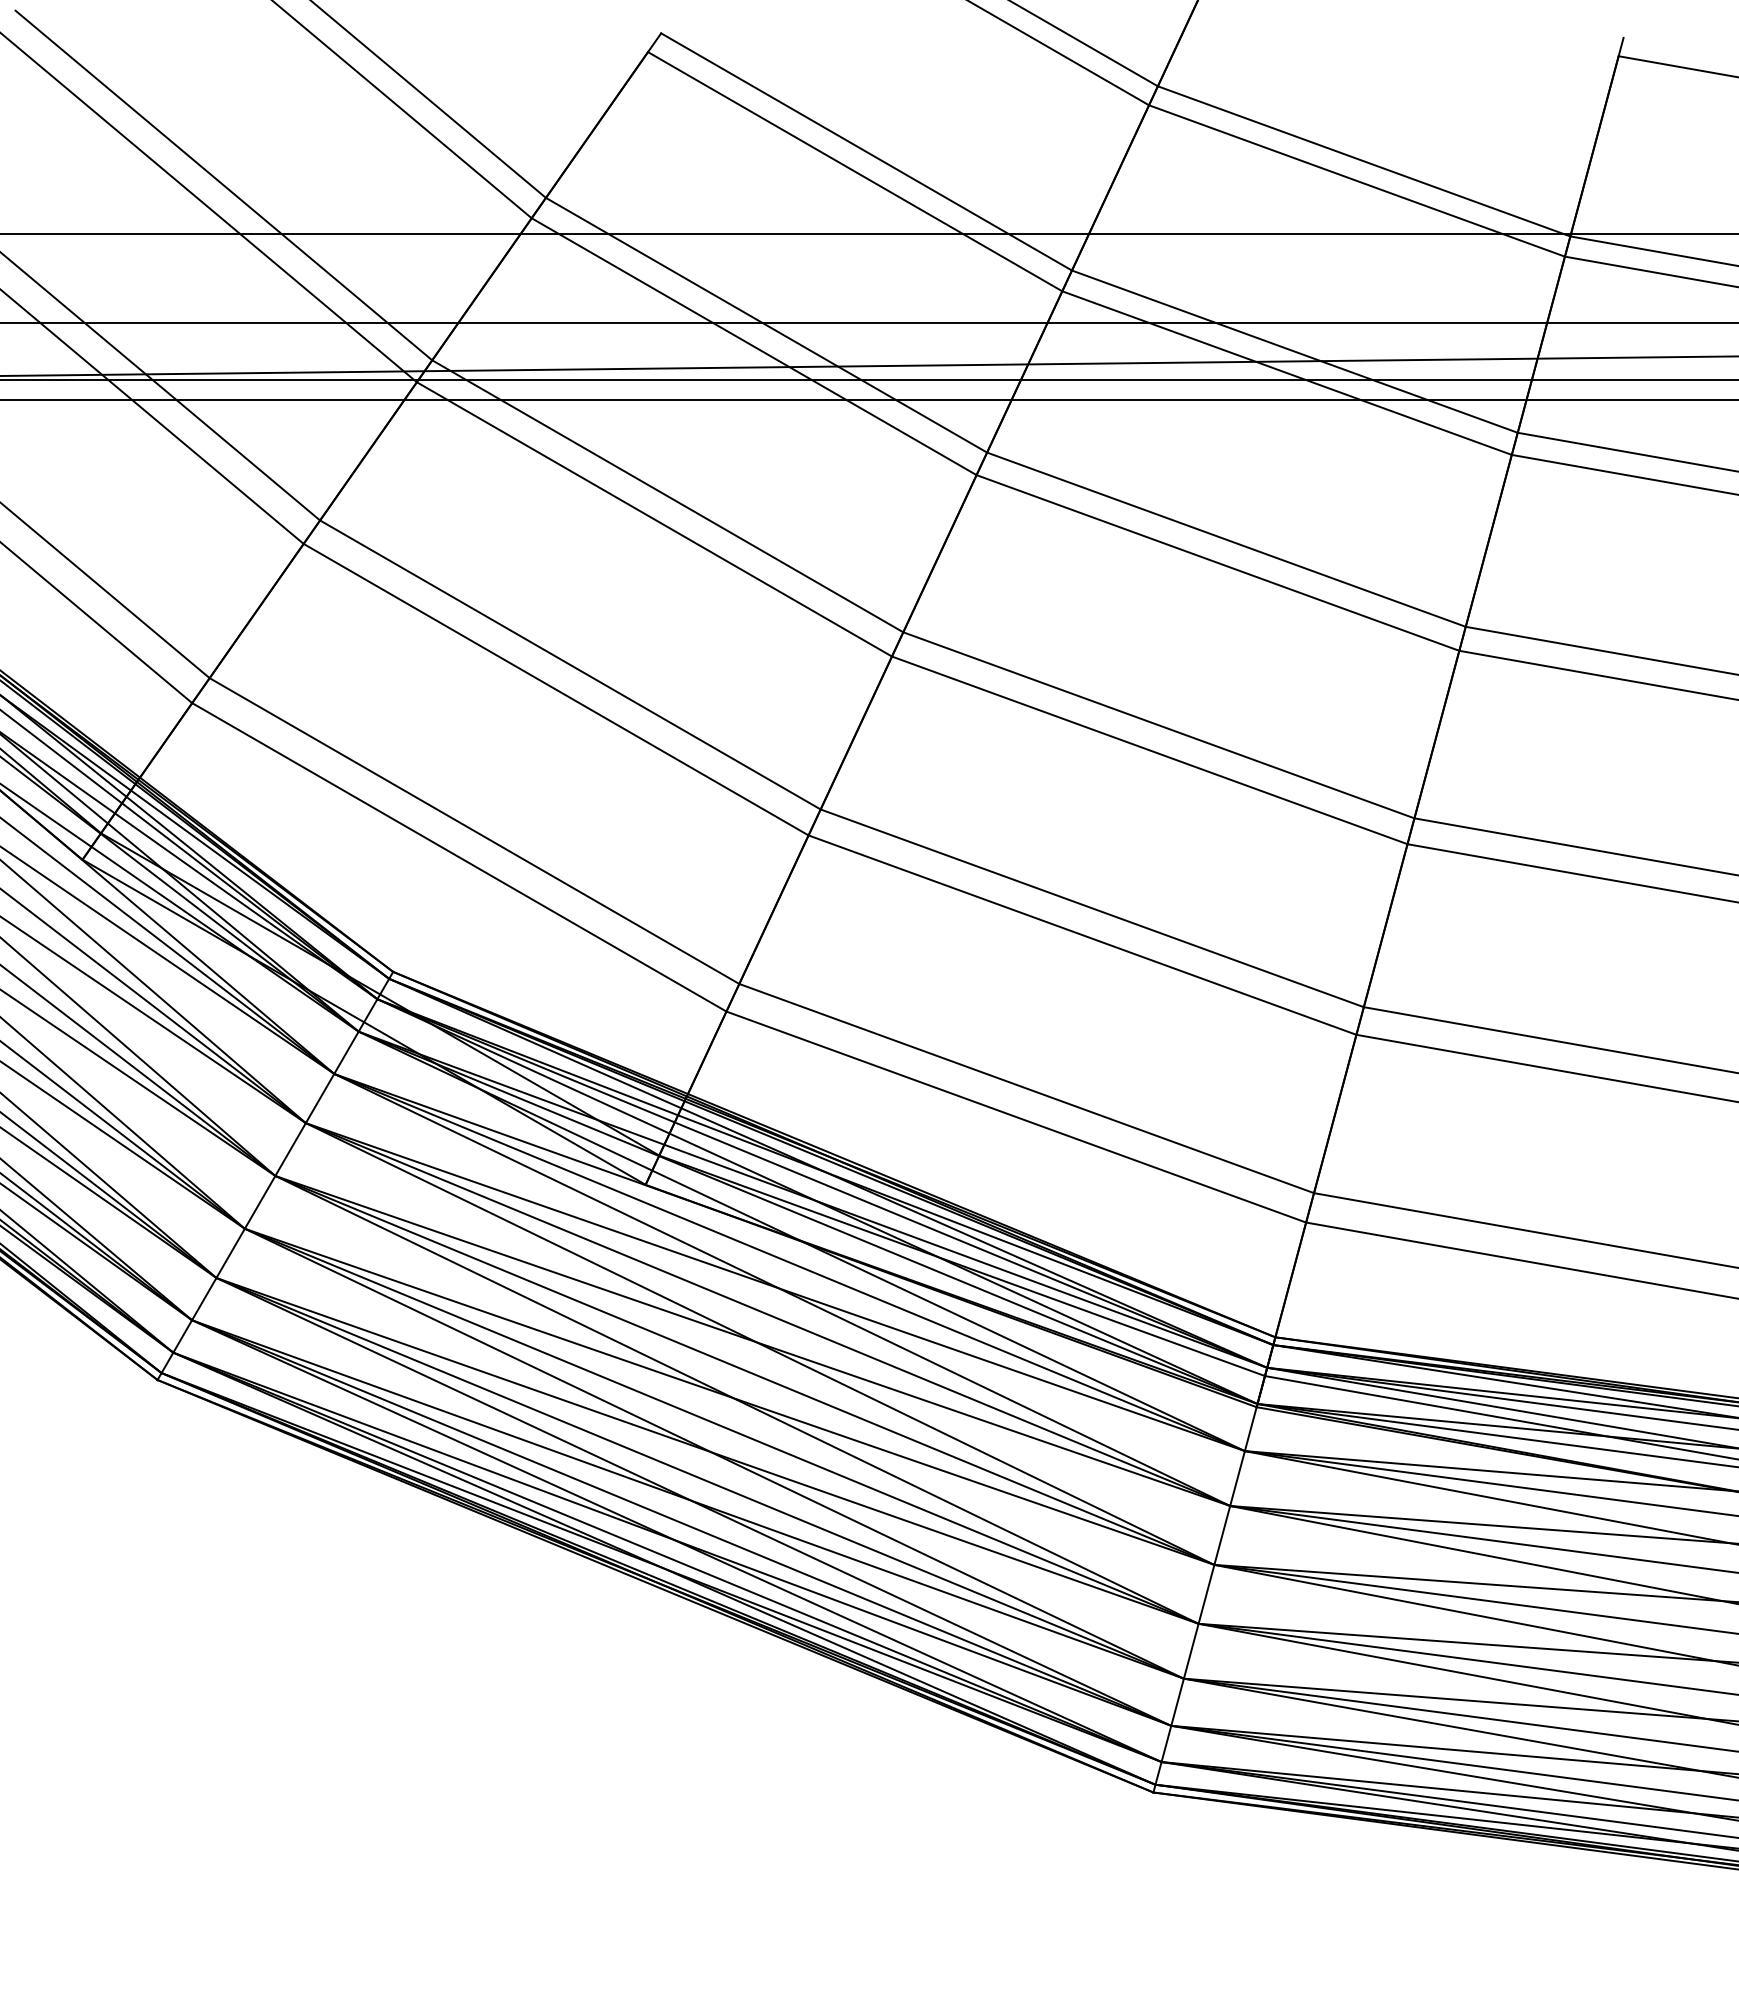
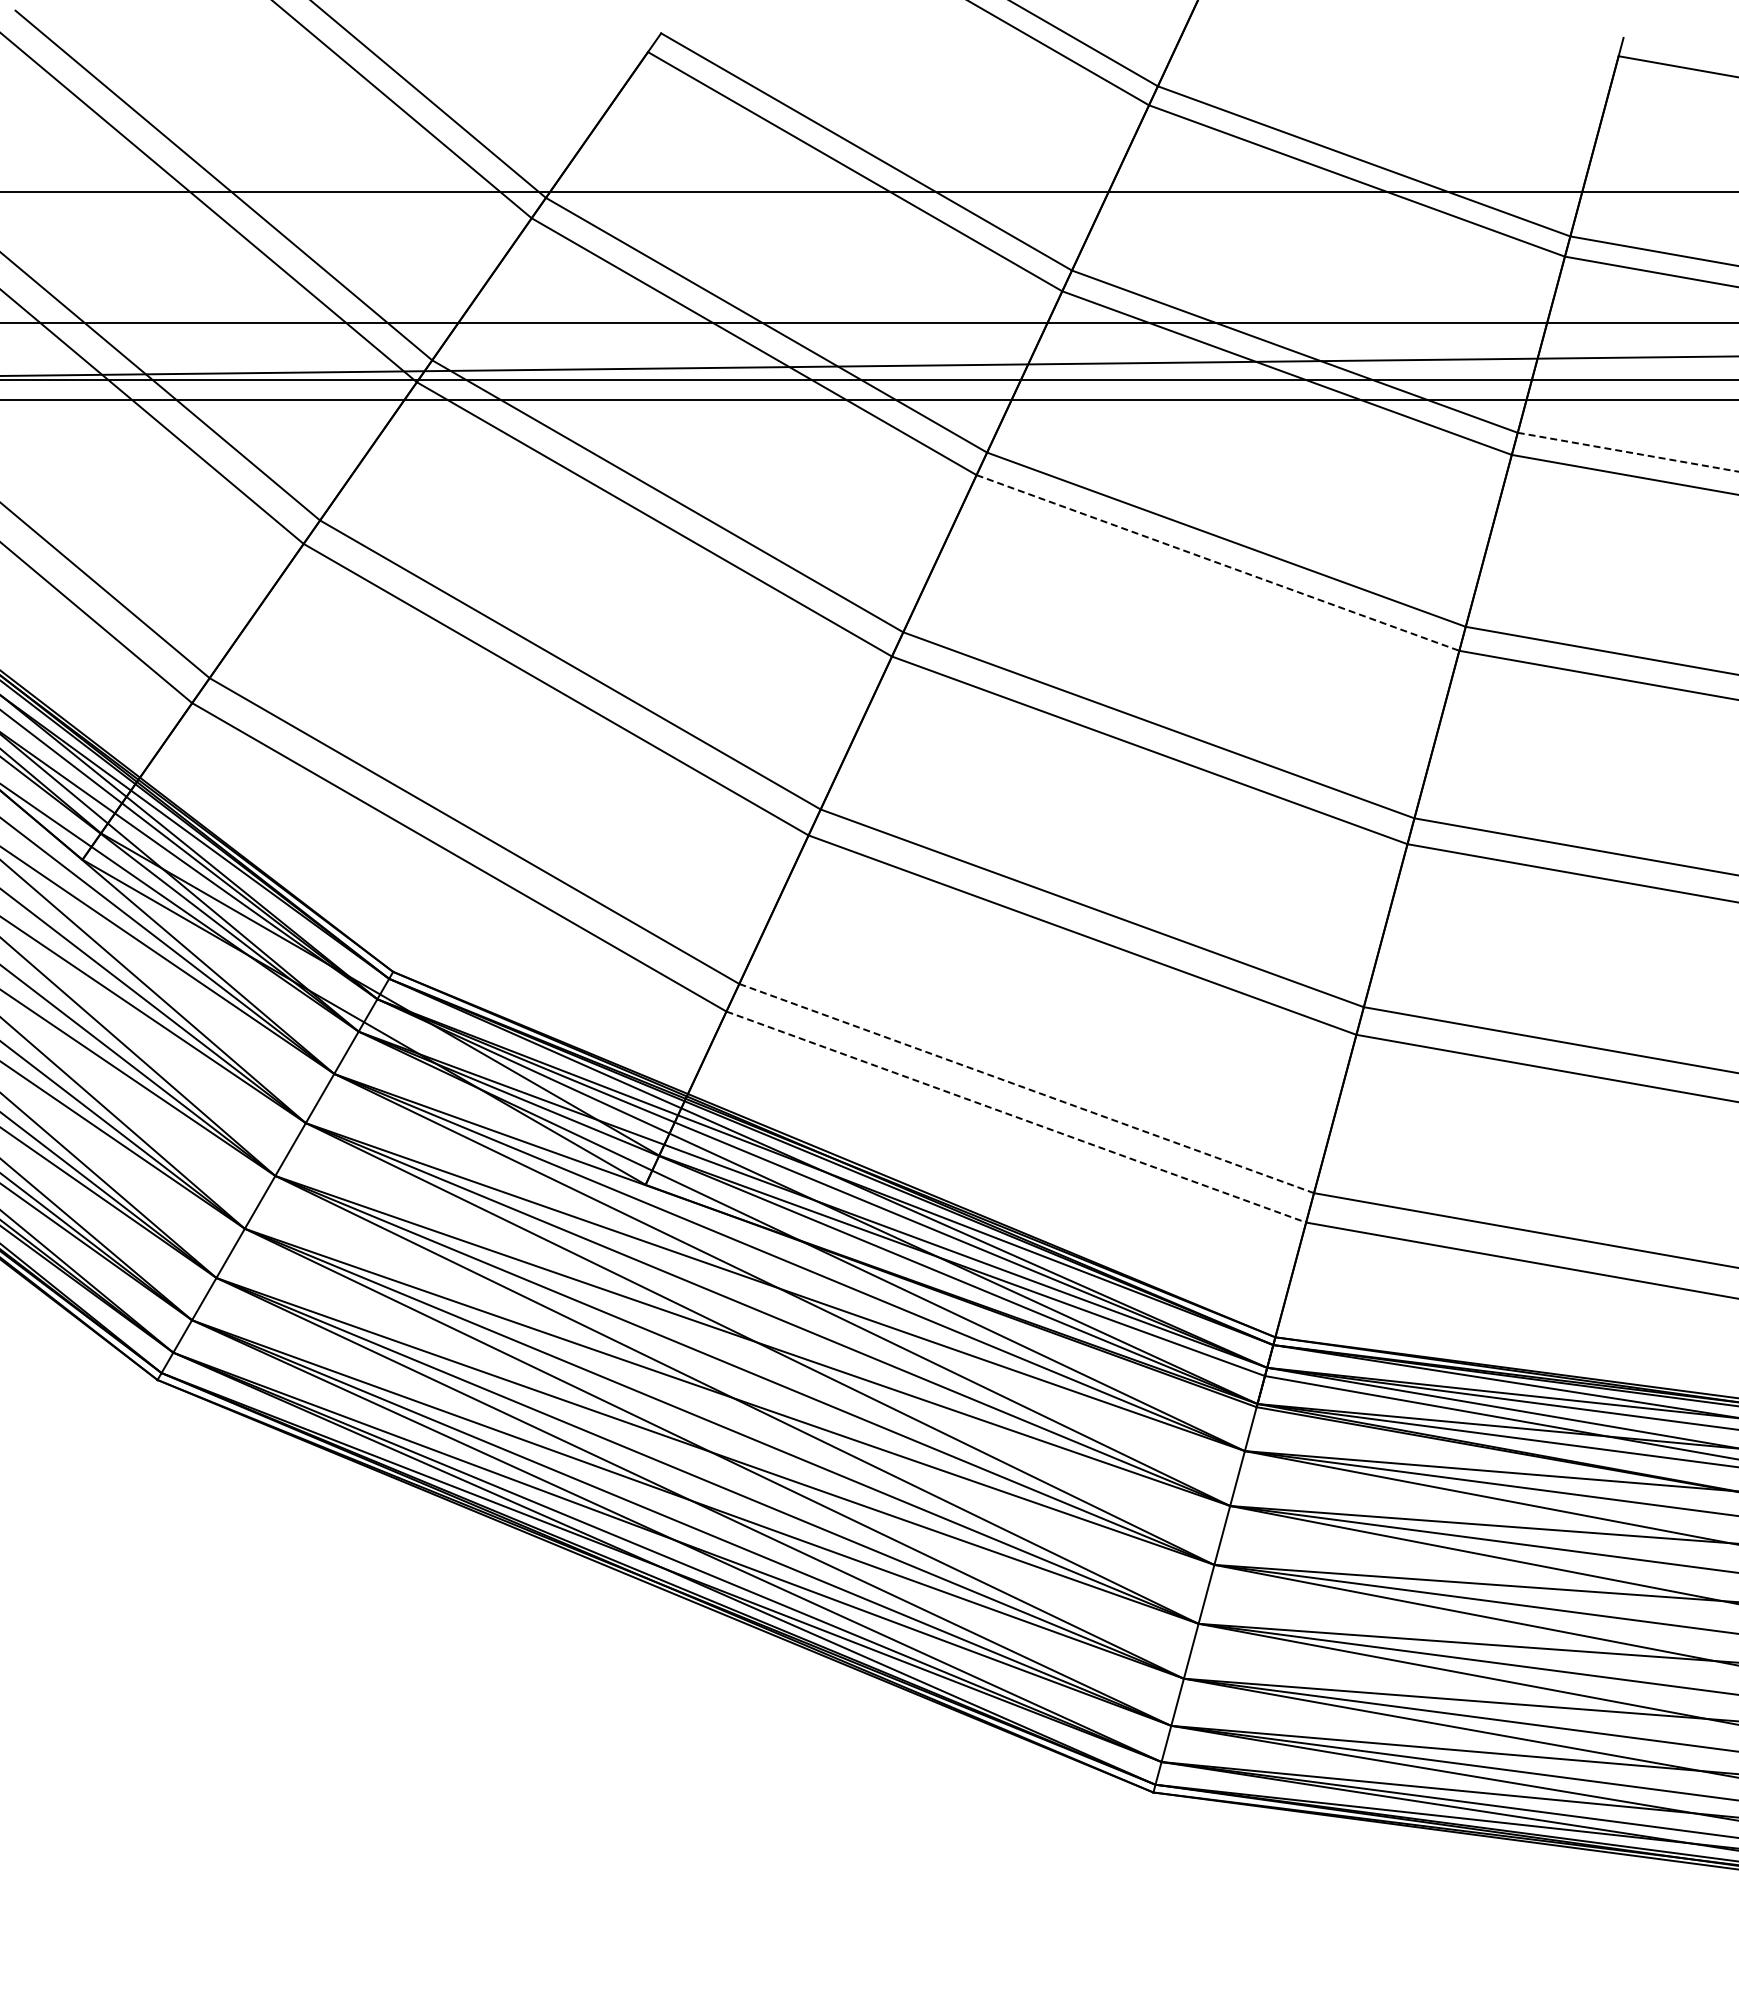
line at (868, 233) position: (868, 233) -> (868, 191)
line at (1627, 452): solid -> dashed
line at (1217, 562): solid -> dashed
line at (1026, 1088): solid -> dashed
line at (1016, 1117): solid -> dashed
